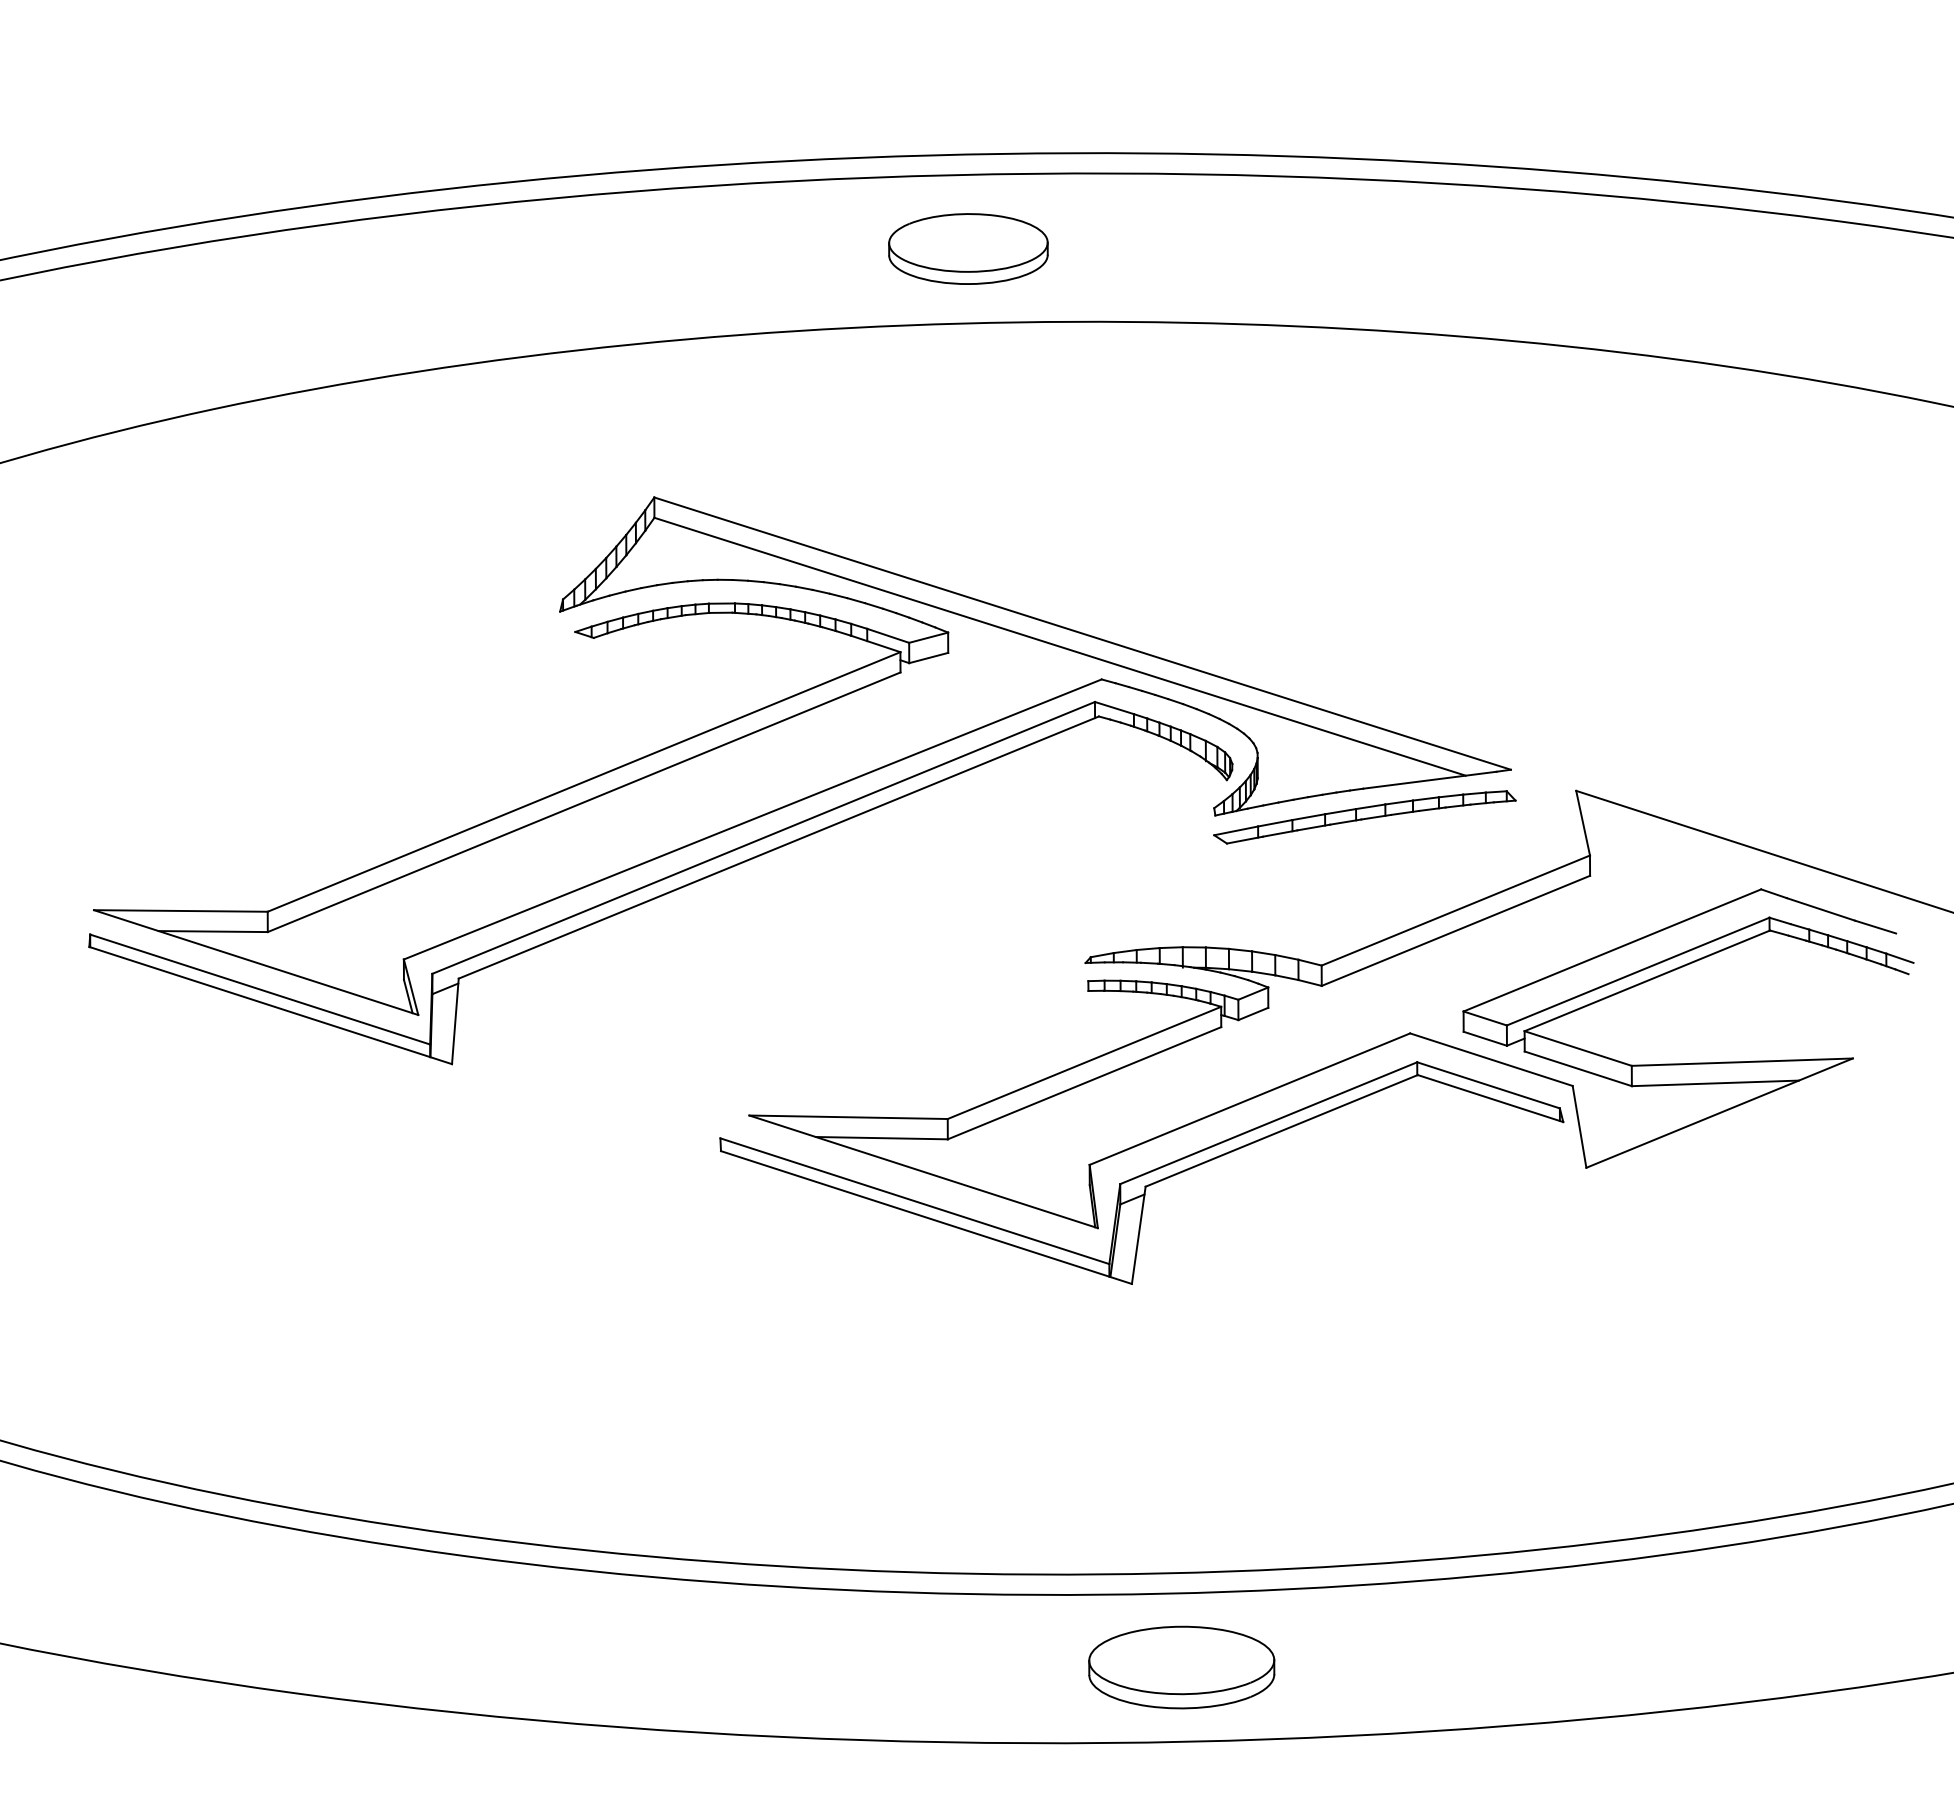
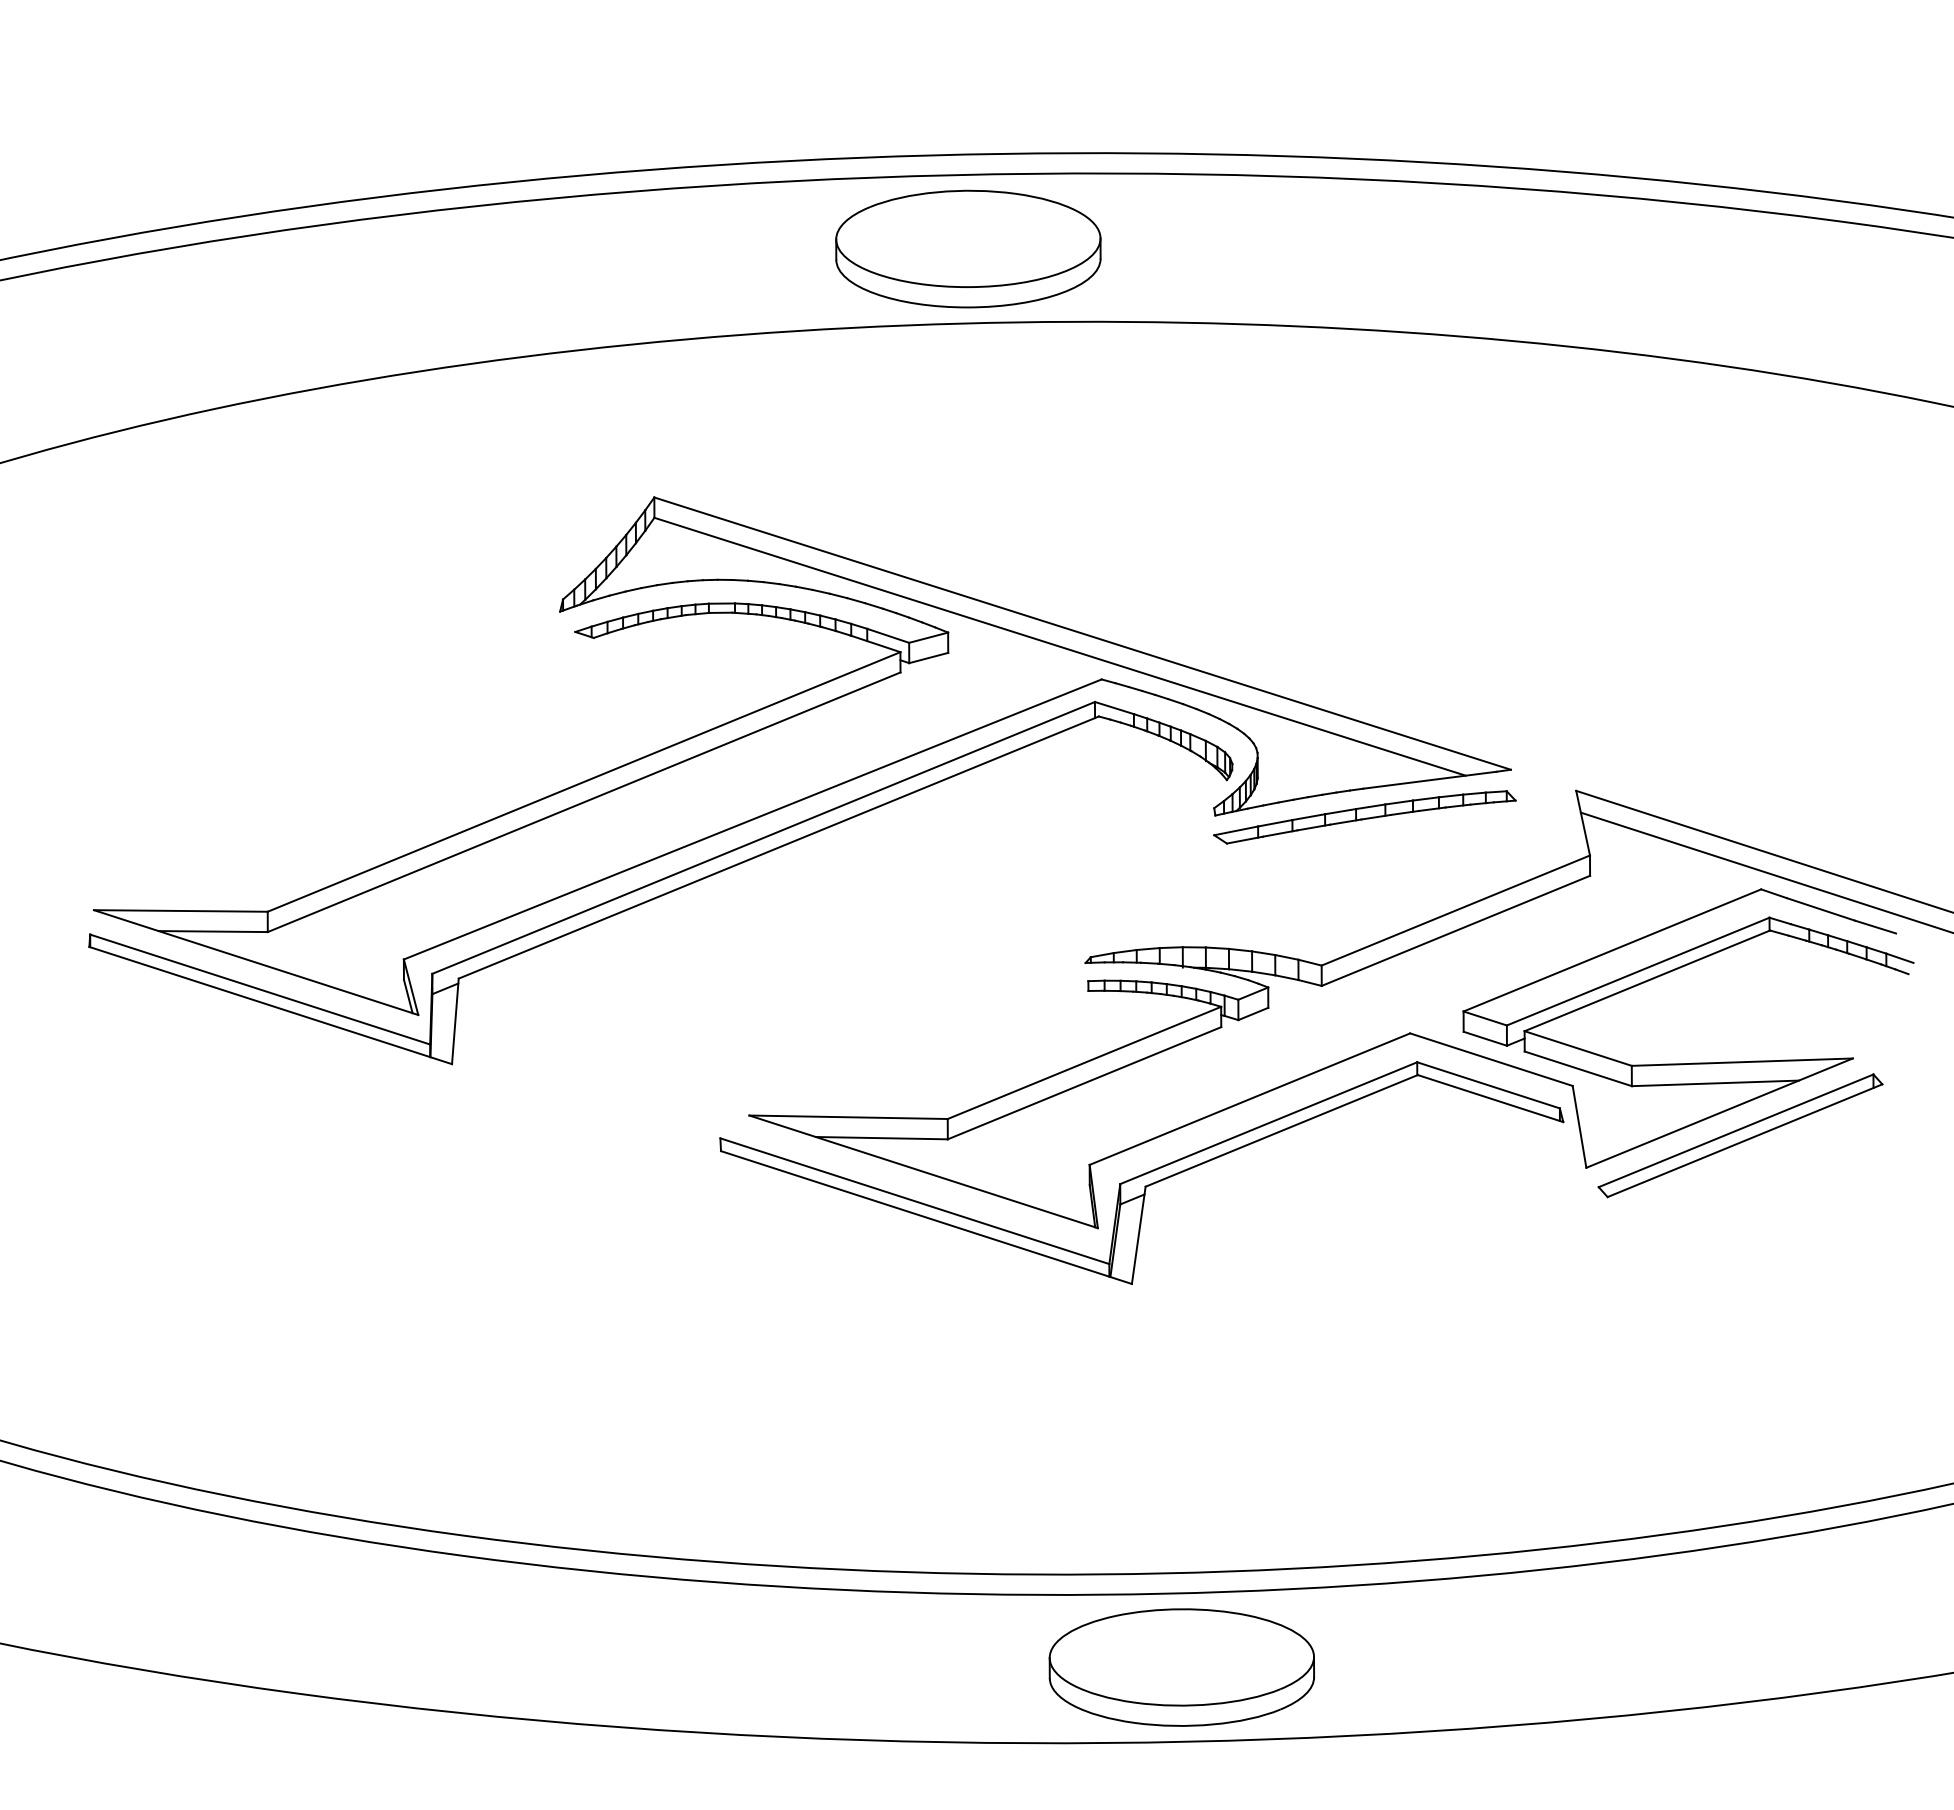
part at (968, 248) size: 161x72 px -> 267x120 px
line at (1765, 872): none -> present
part at (1740, 1135): none -> present
part at (1181, 1667) size: 188x85 px -> 267x119 px
